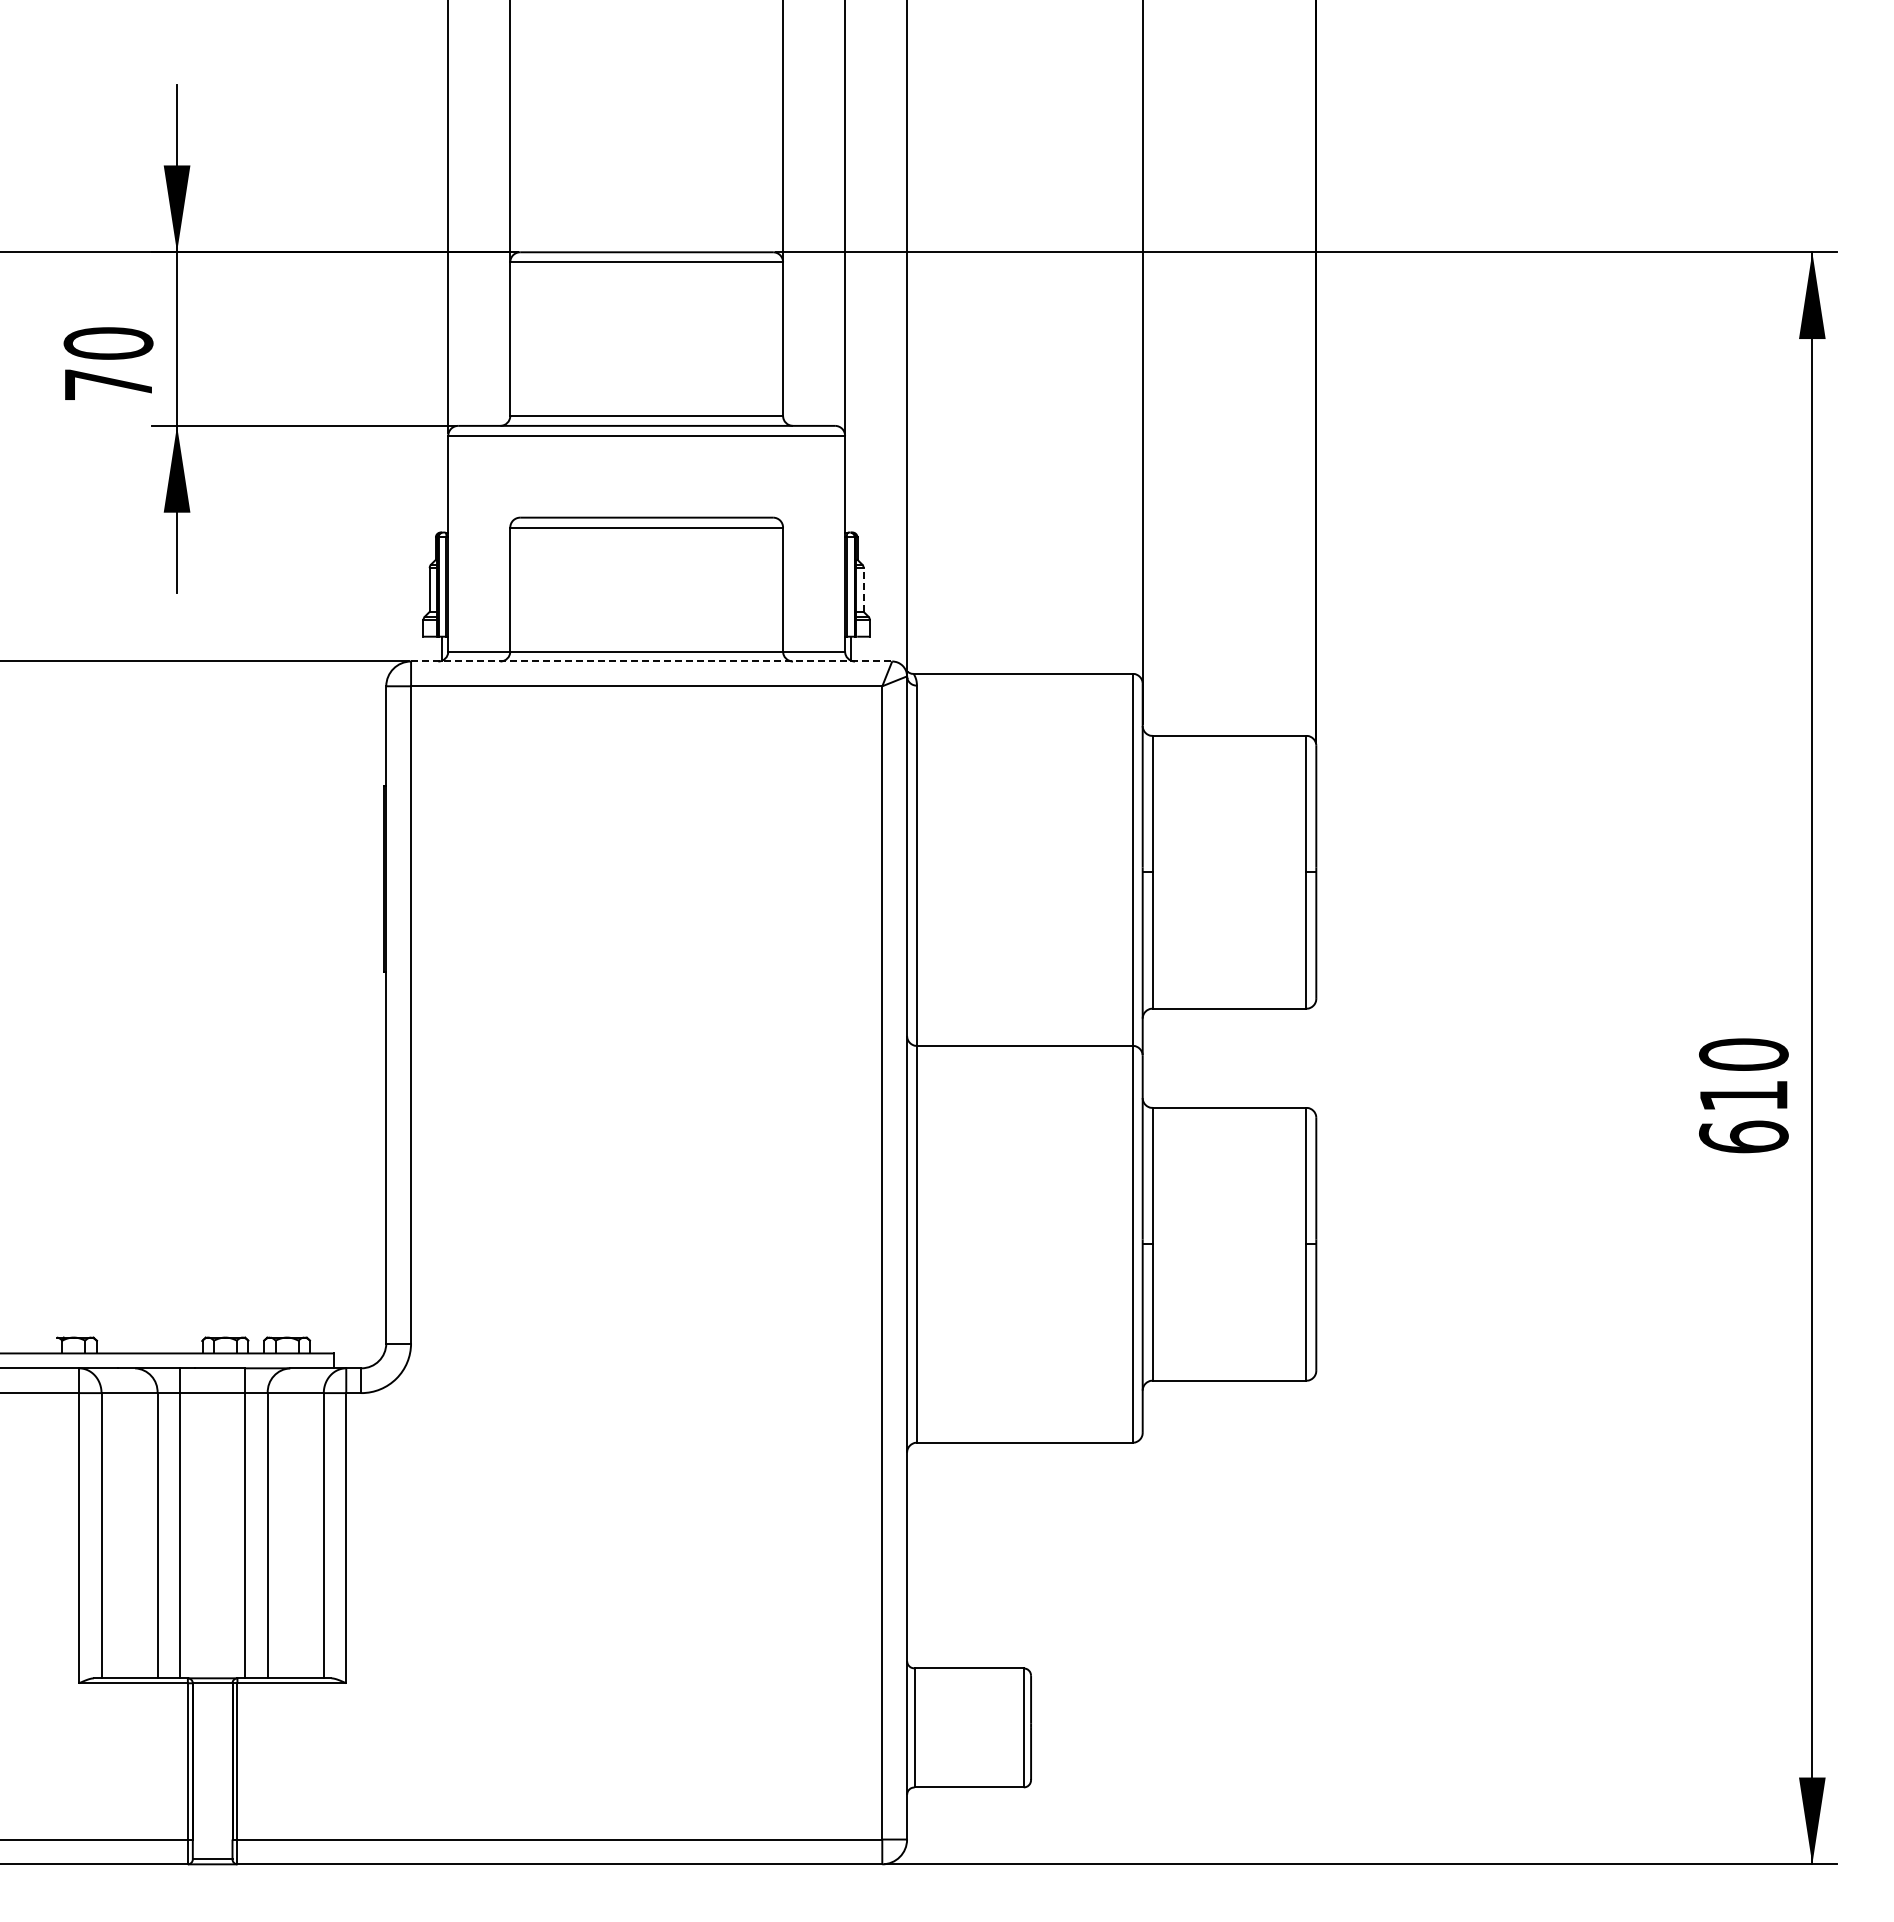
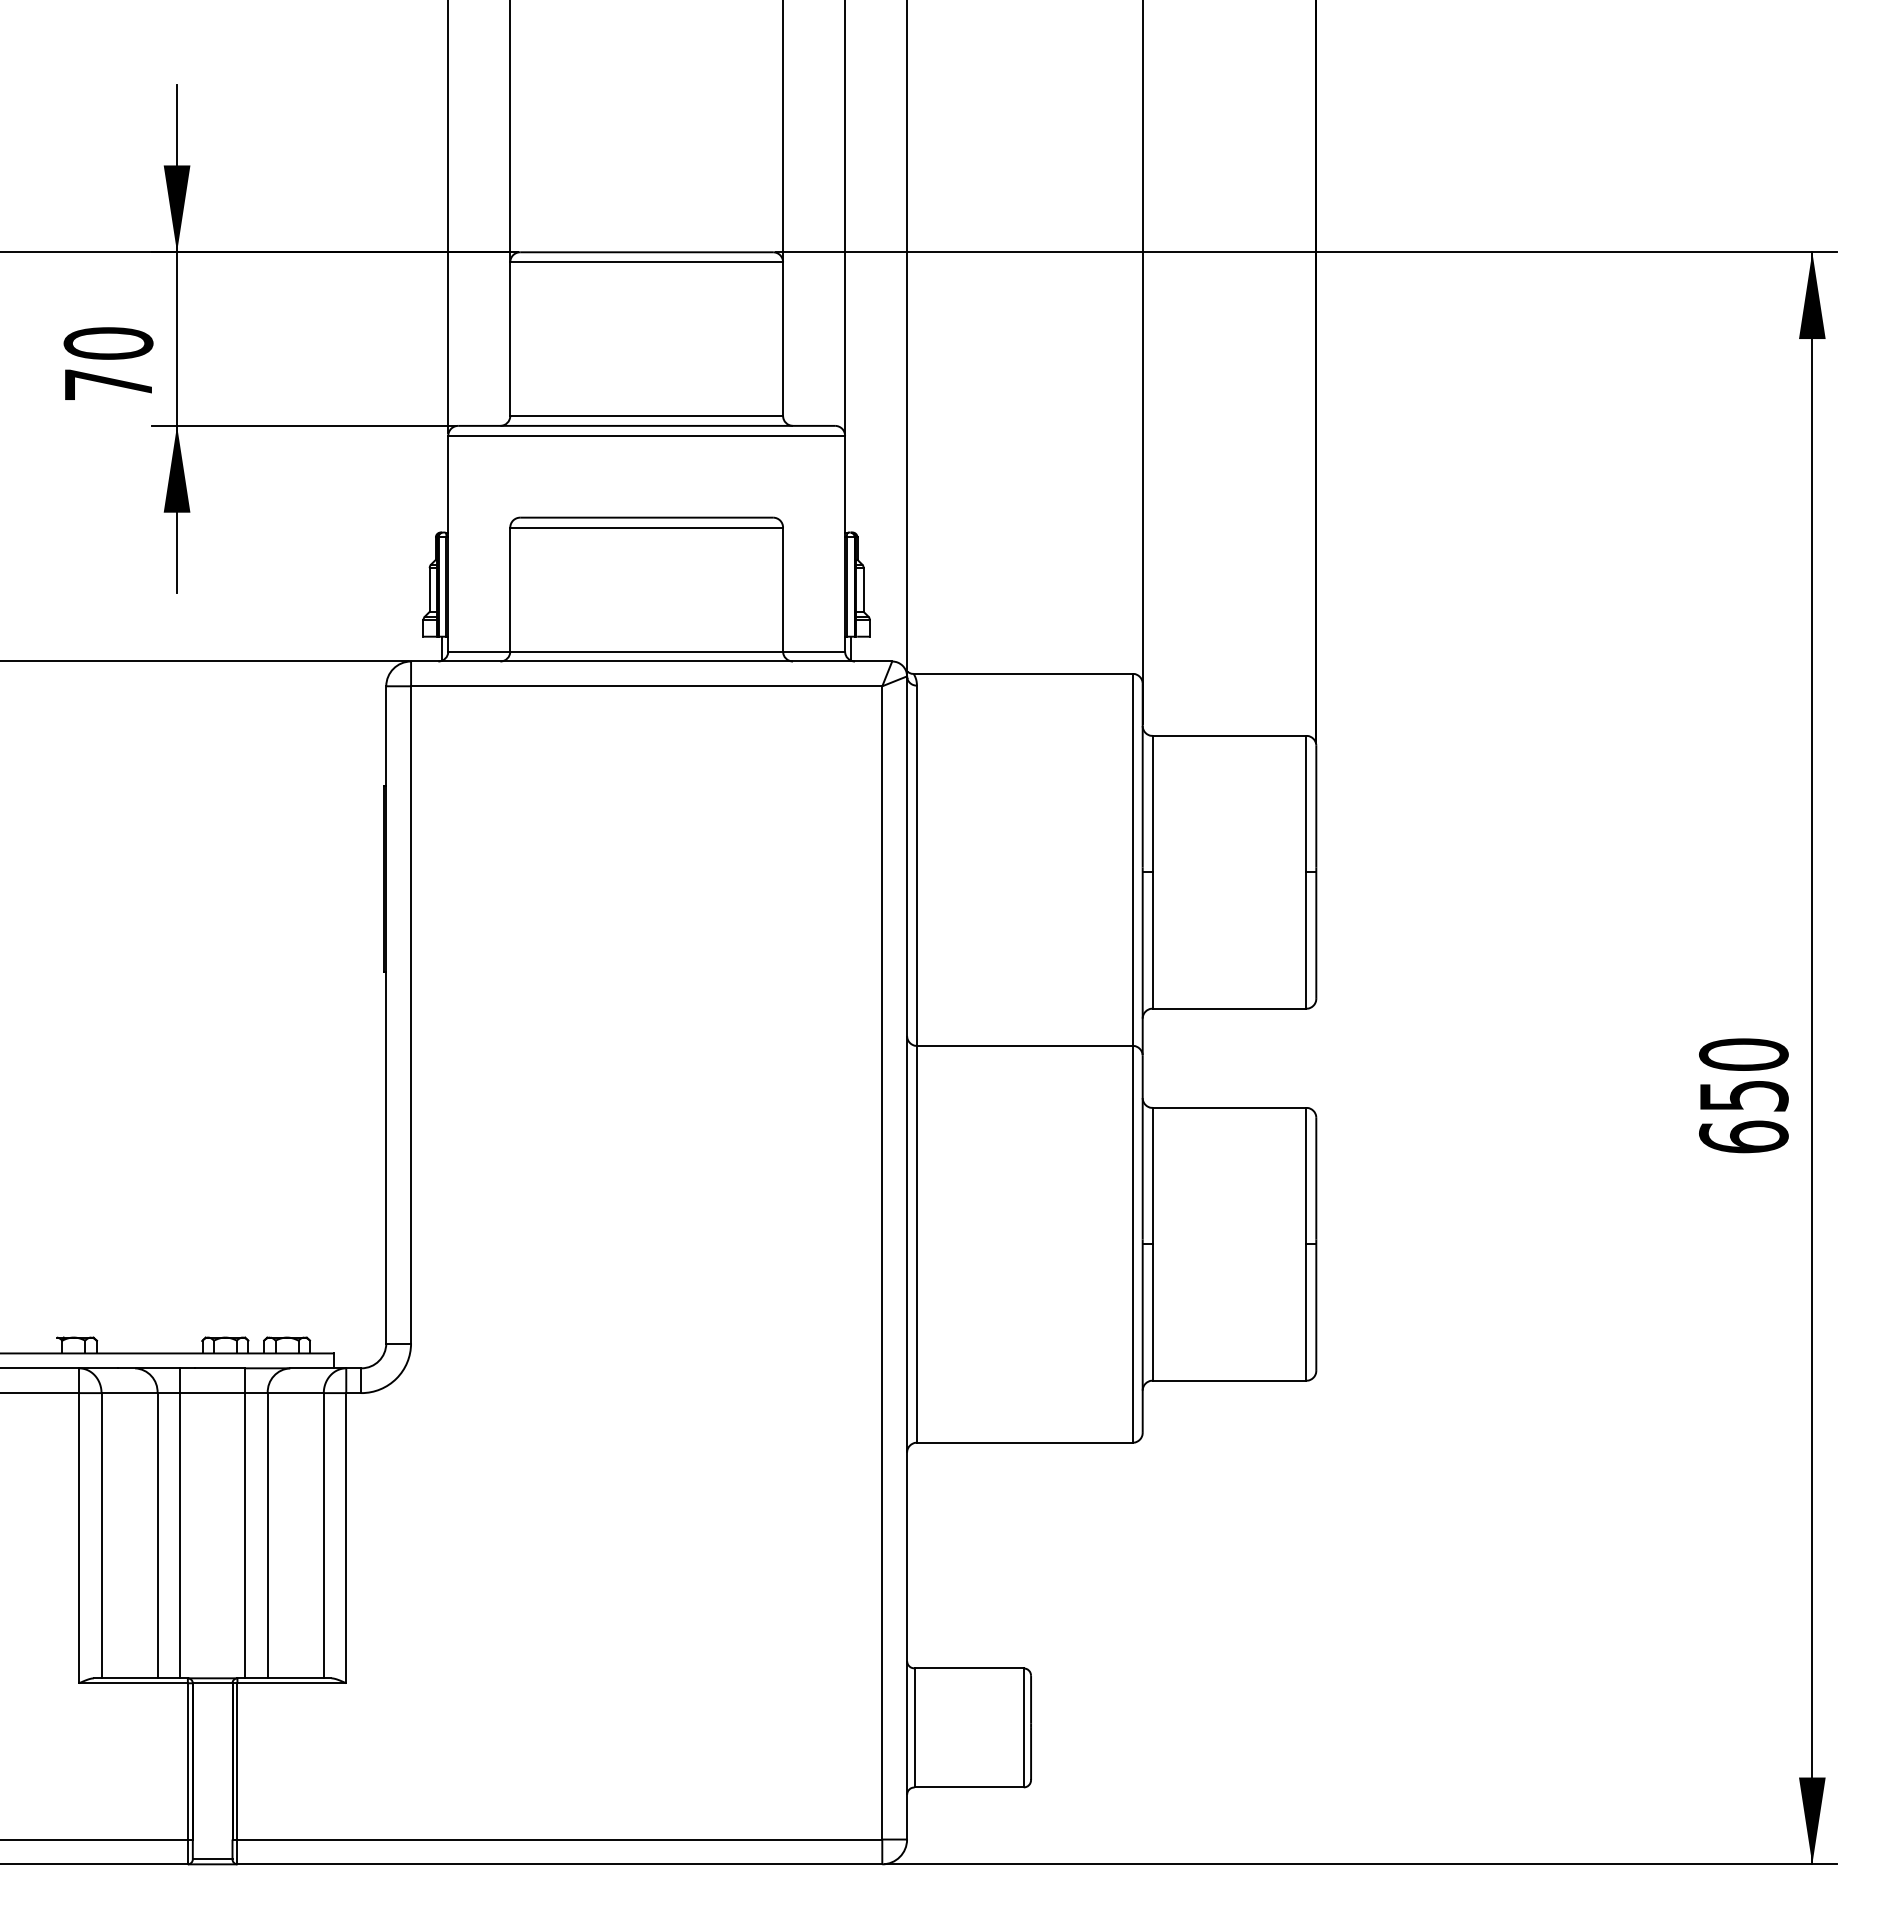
line at (863, 589): dashed -> solid
line at (651, 661): dashed -> solid
text at (1744, 1096): 610 -> 650
